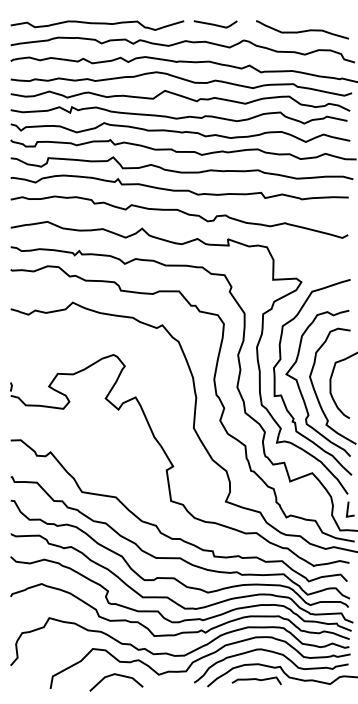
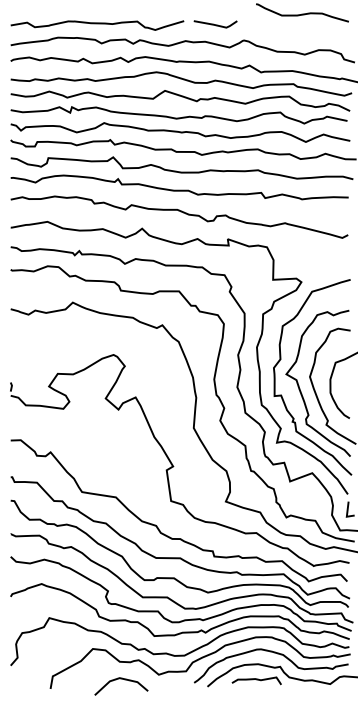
curve at (302, 30) position: (302, 30) -> (302, 13)
line at (119, 676) position: (119, 676) -> (124, 680)
